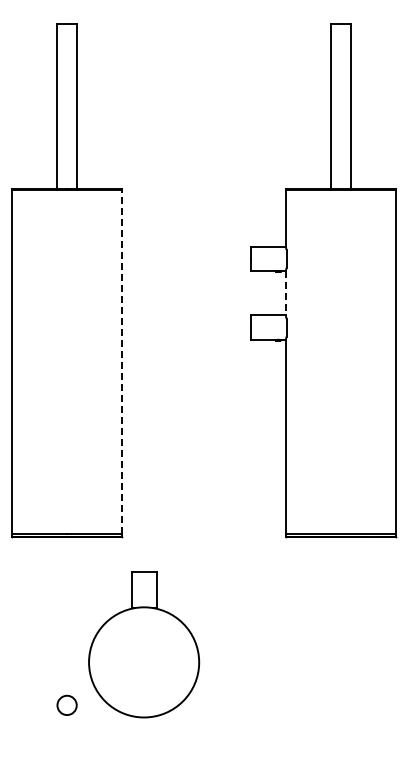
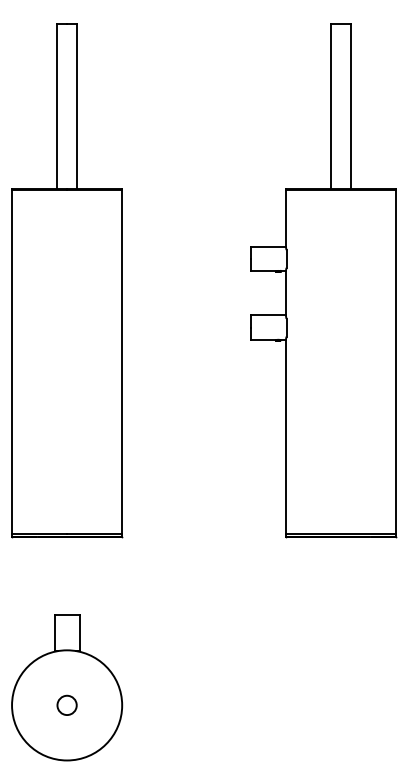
line at (285, 293): dashed -> solid
line at (122, 361): dashed -> solid
part at (144, 644) position: (144, 644) -> (67, 687)
